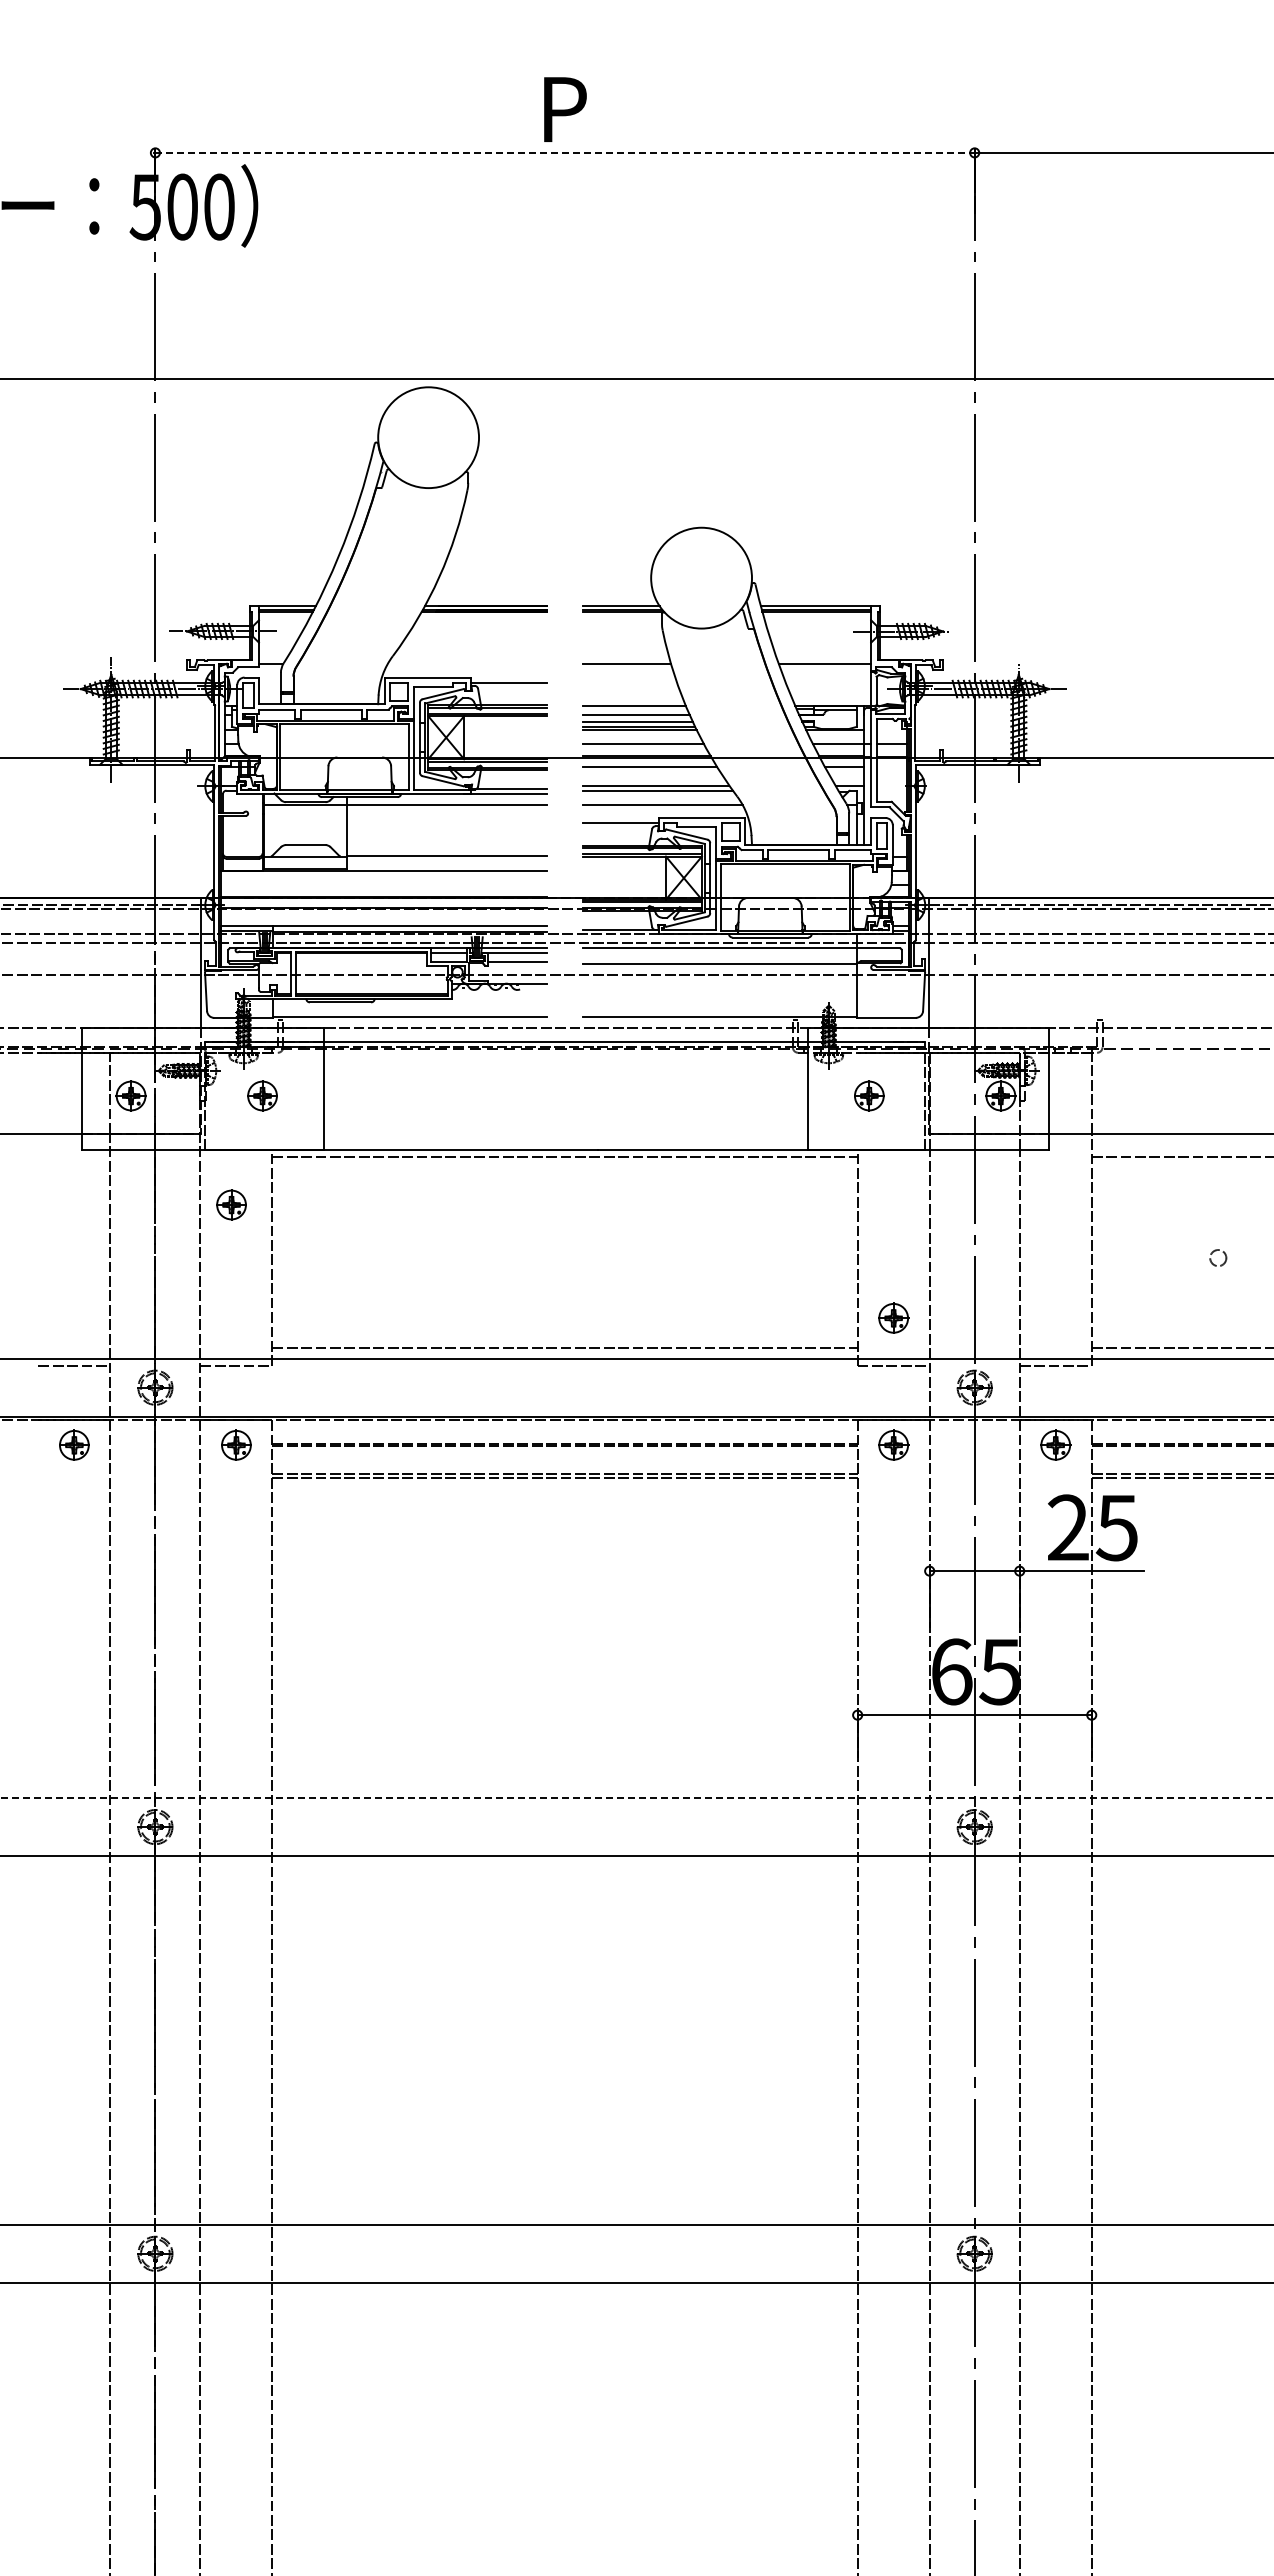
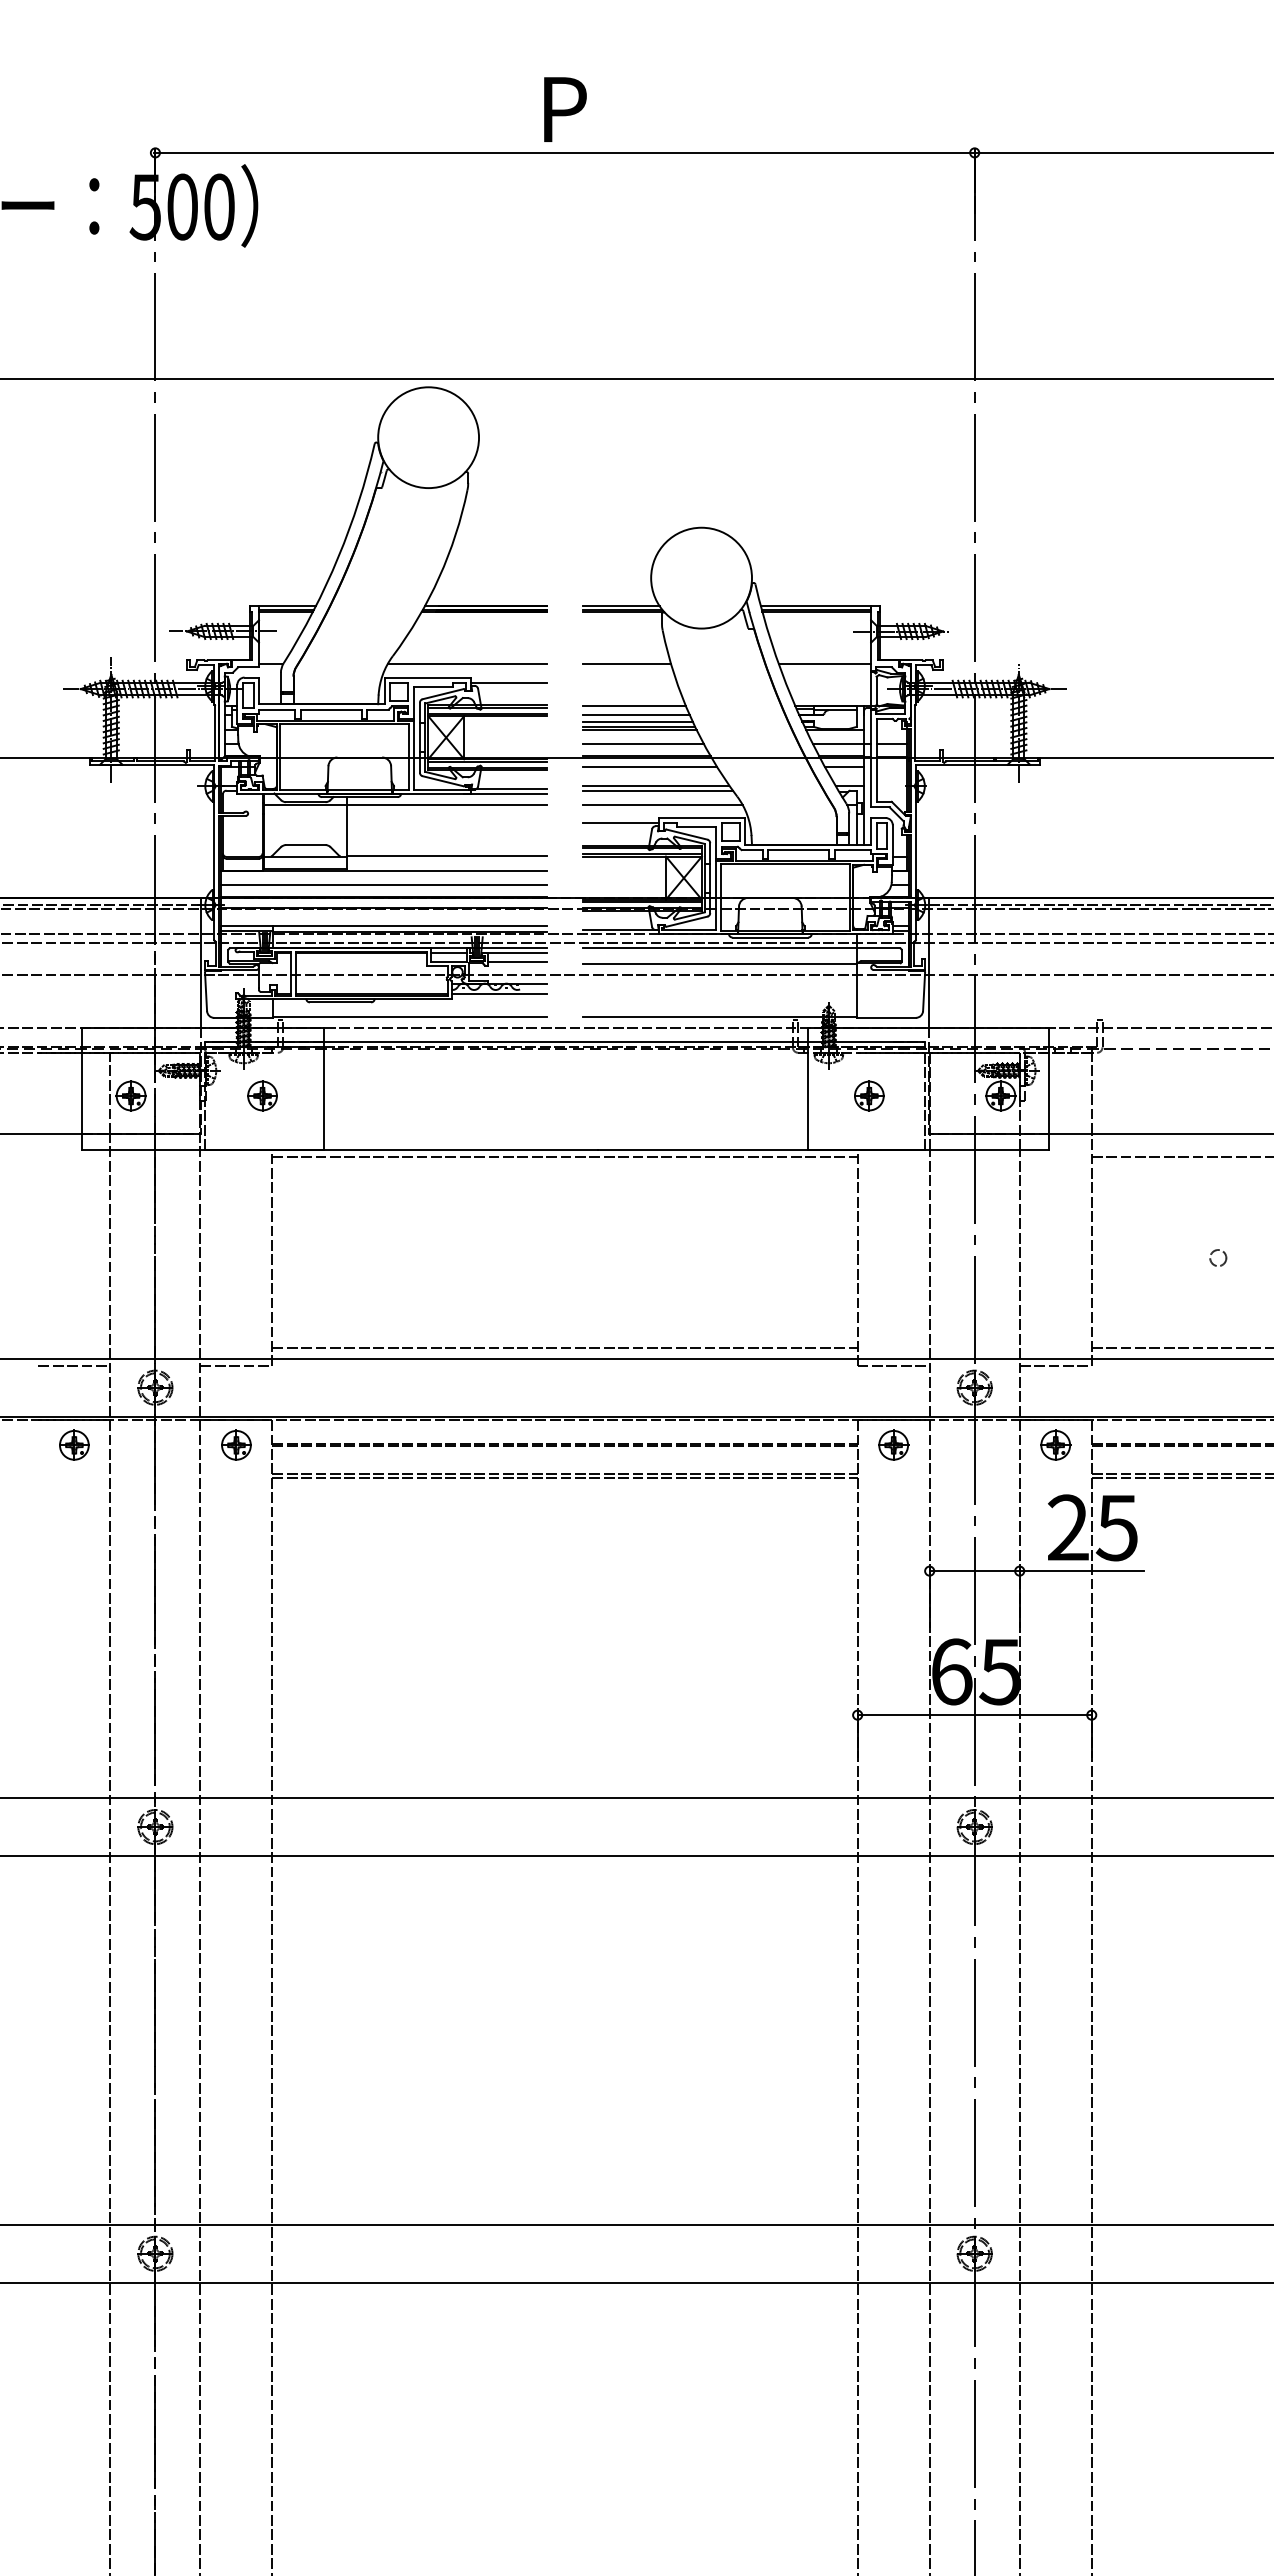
line at (565, 152): dashed -> solid
line at (467, 663): none -> present
line at (384, 884): none -> present
line at (499, 994): none -> present
part at (231, 1204): present -> none
part at (893, 1317): present -> none
line at (637, 1798): dashed -> solid
